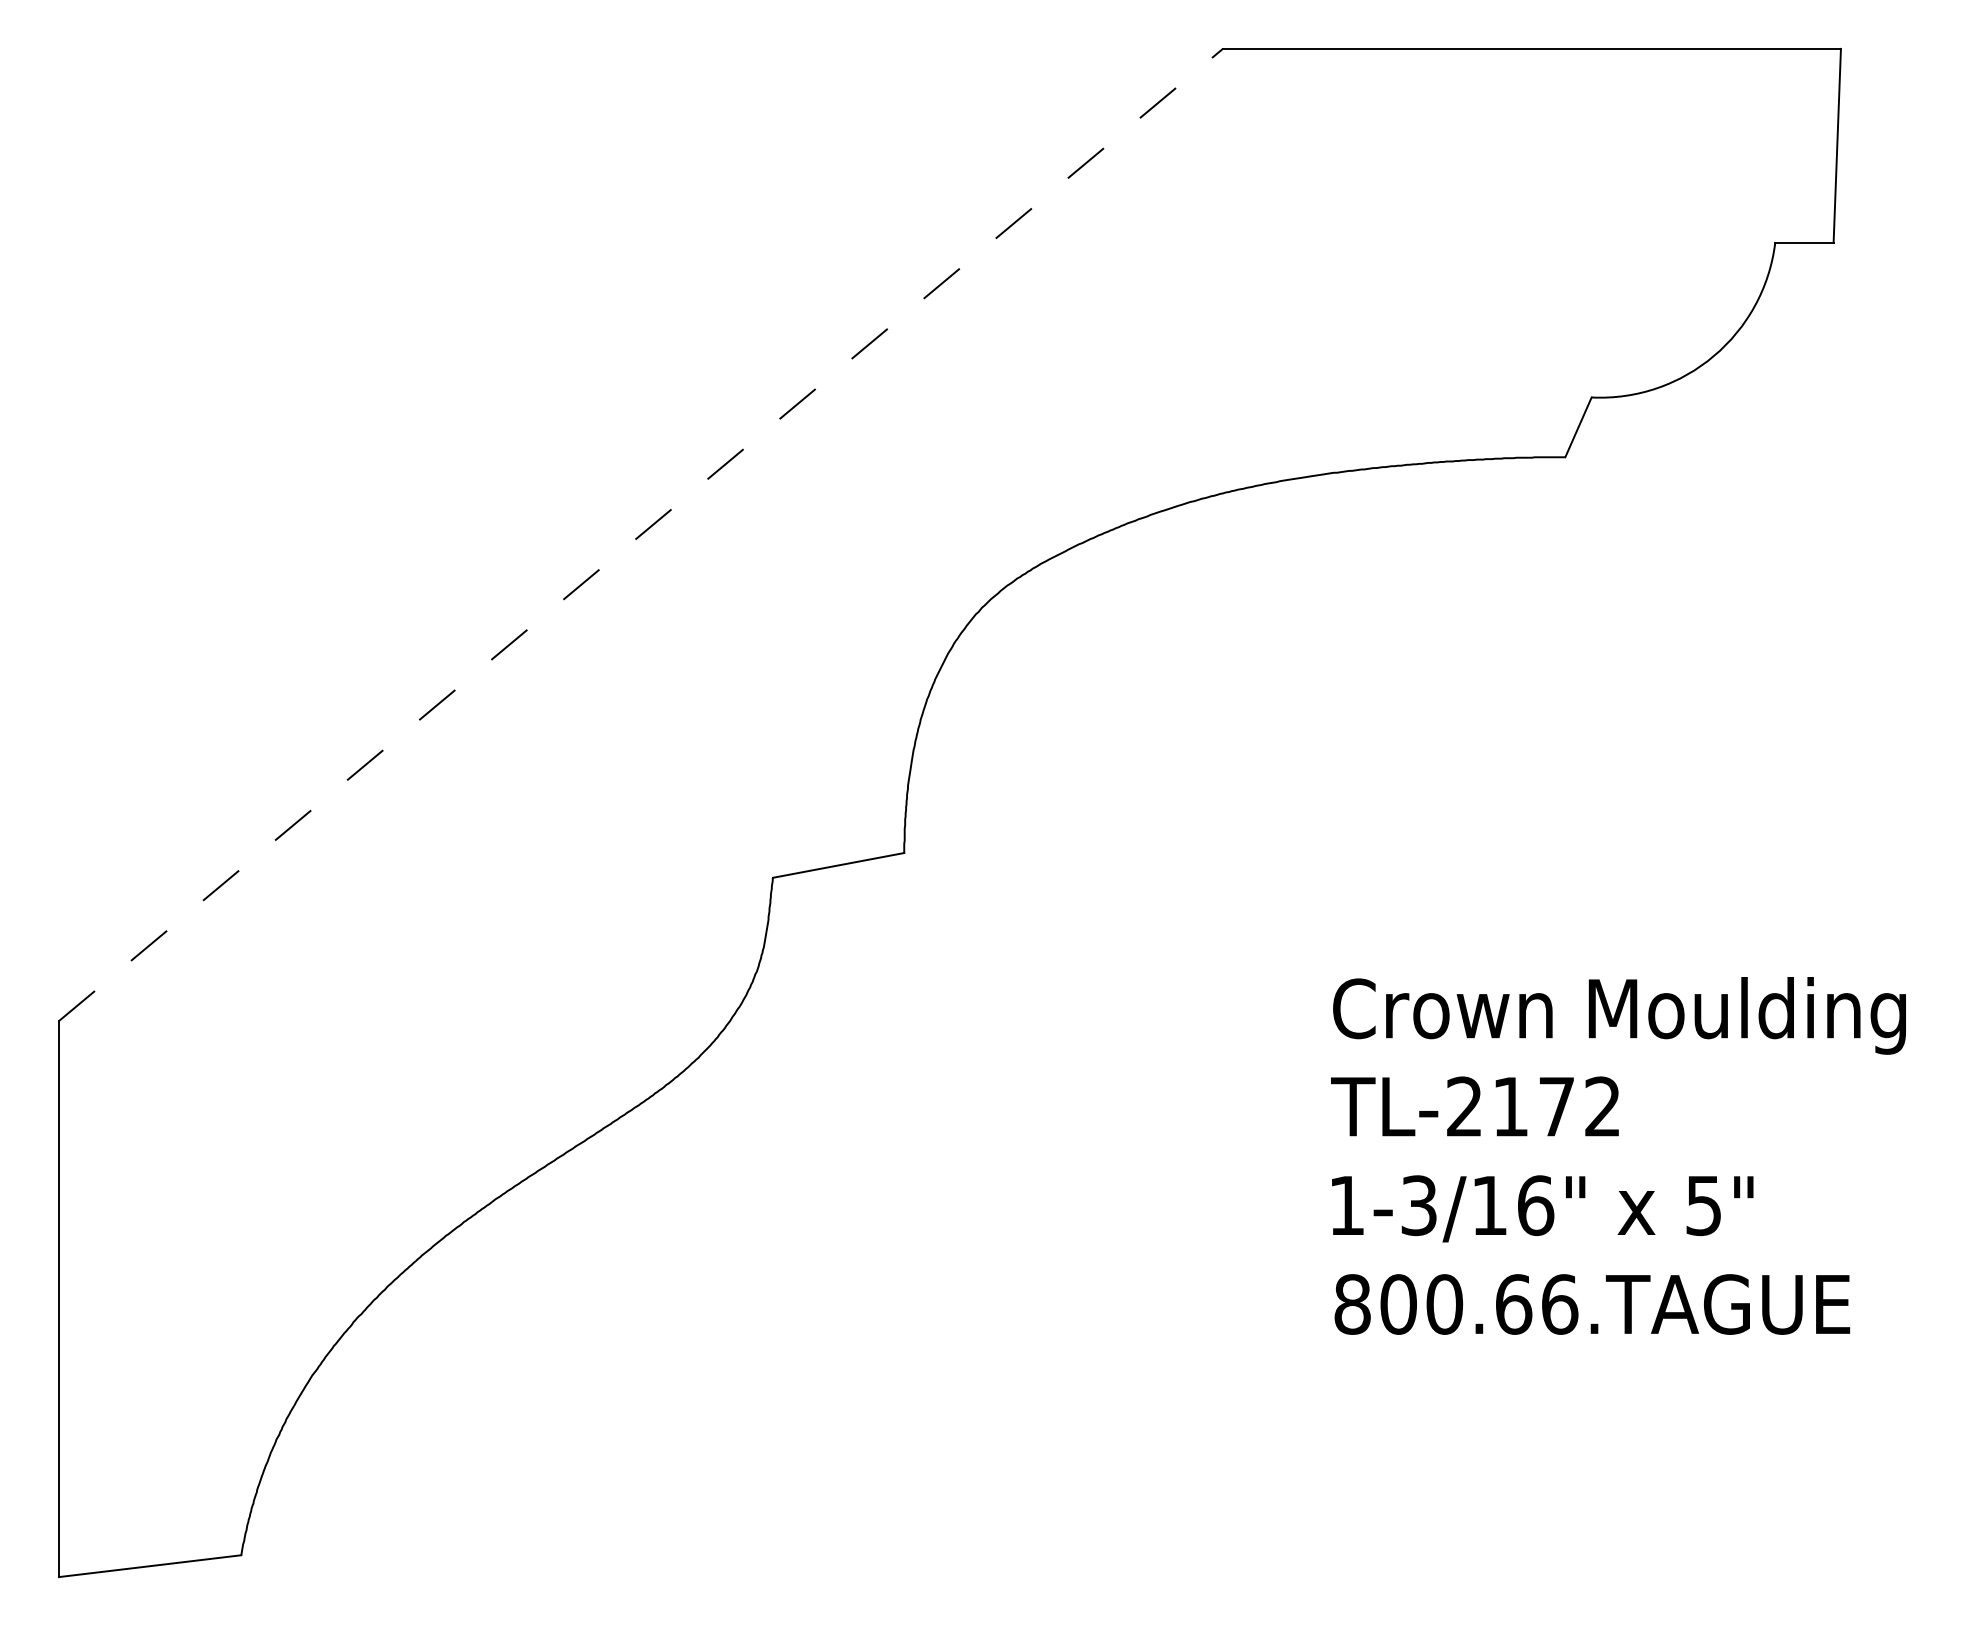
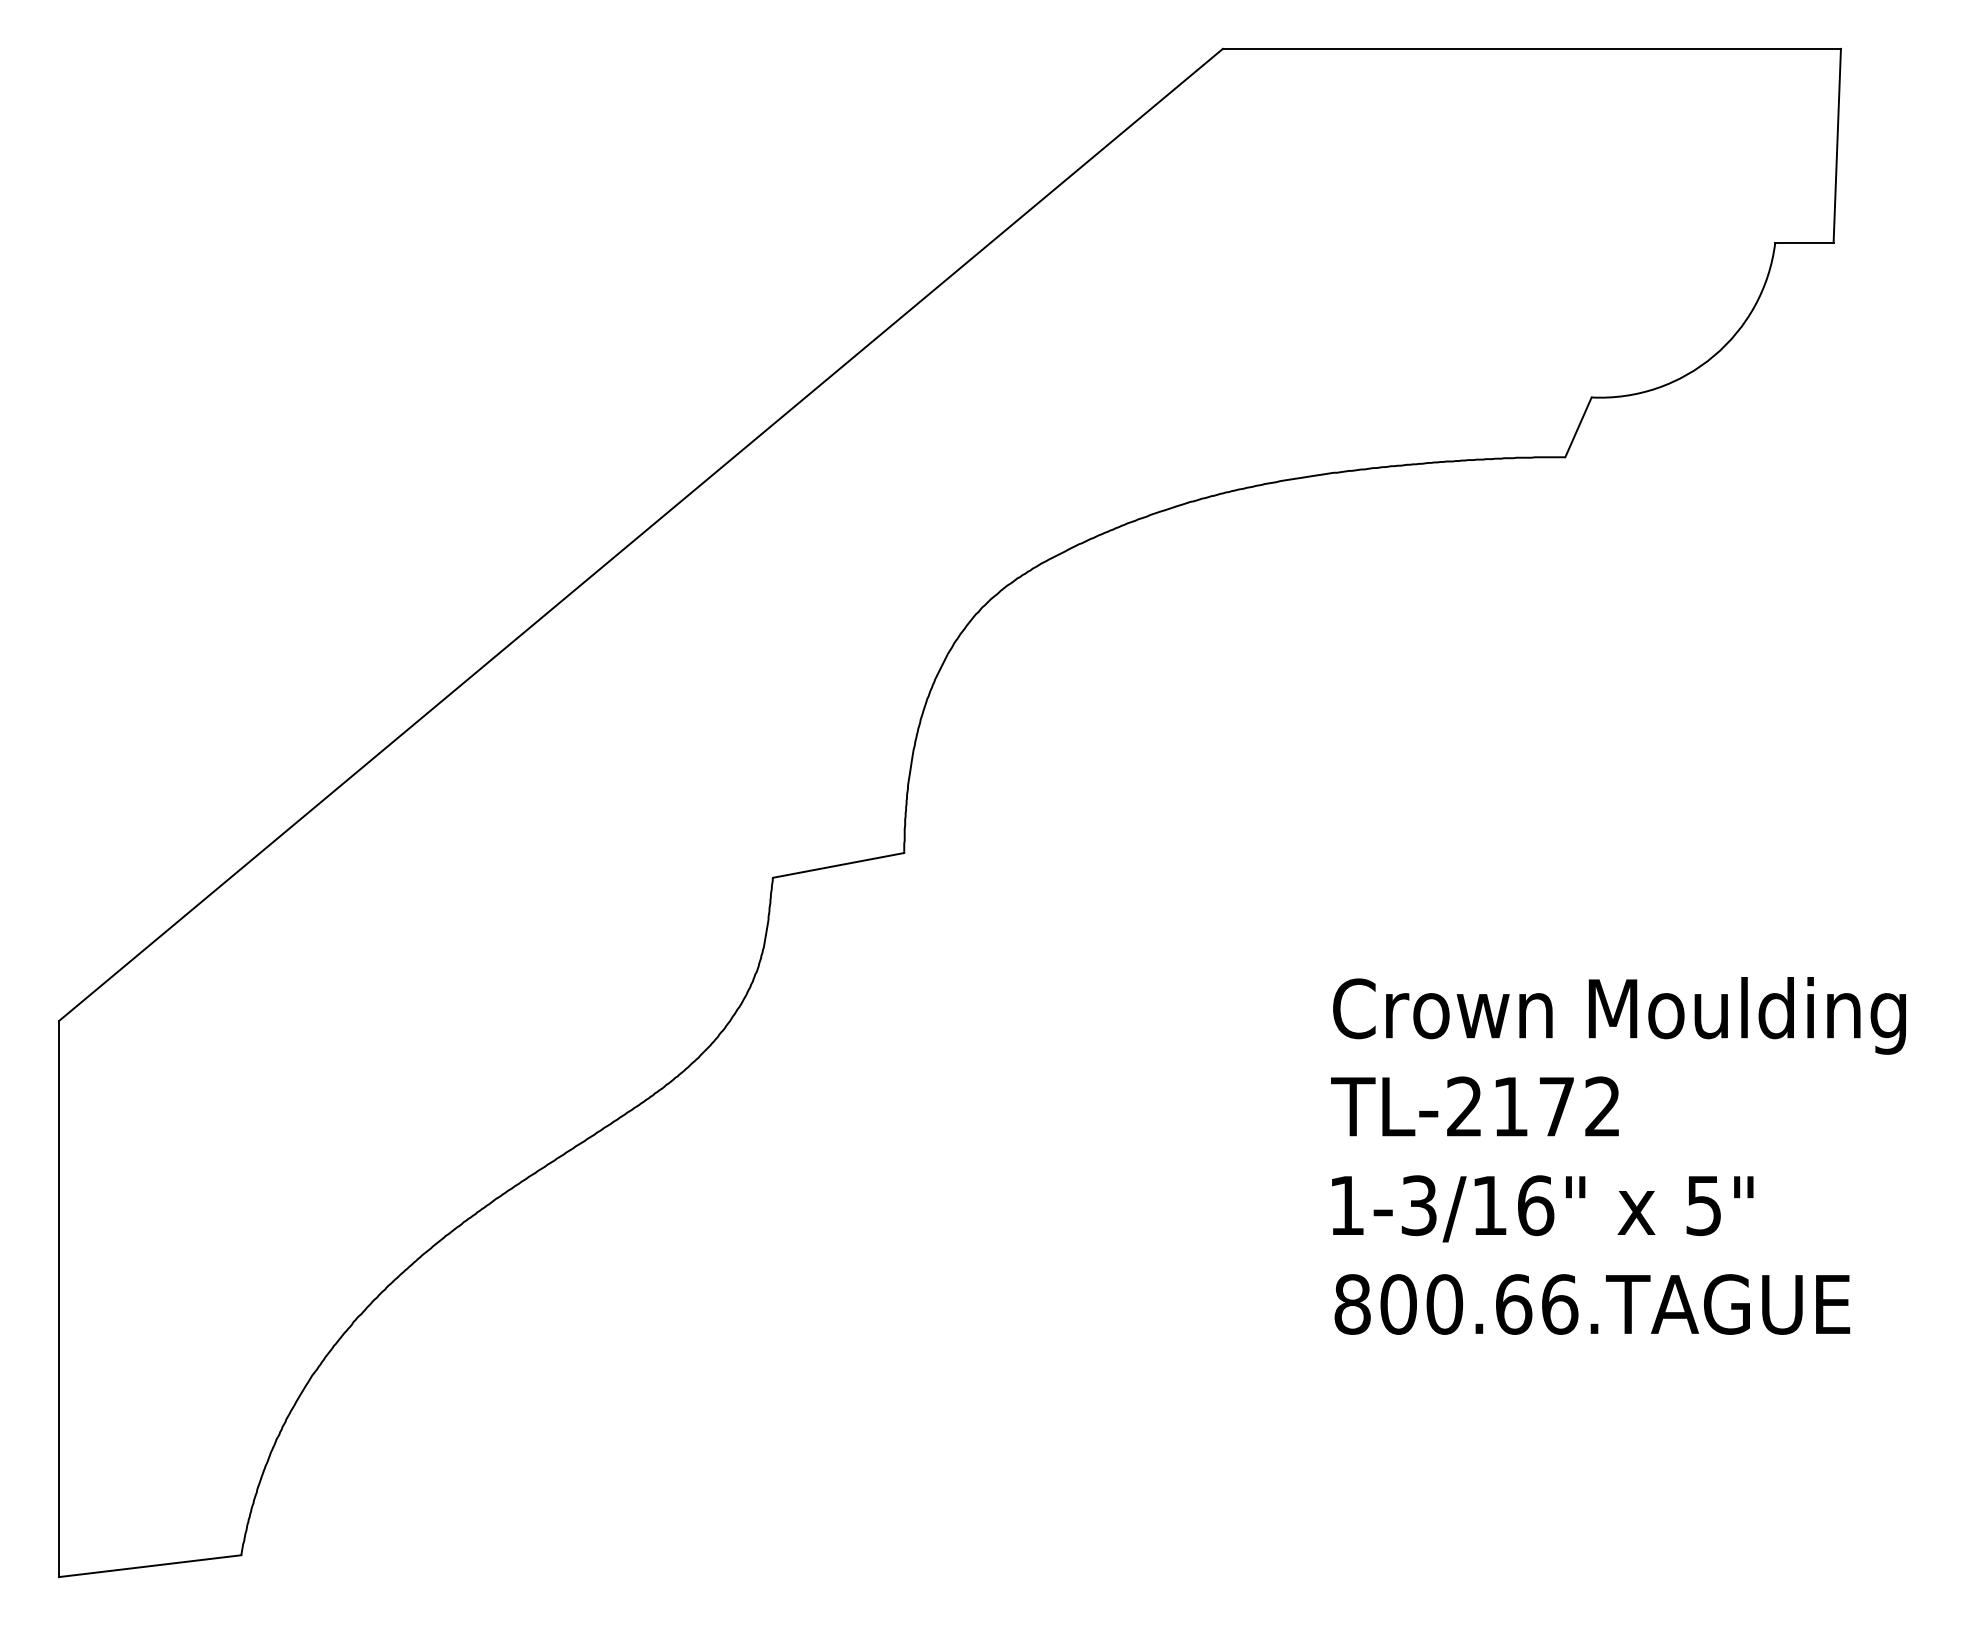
line at (641, 534): dashed -> solid
